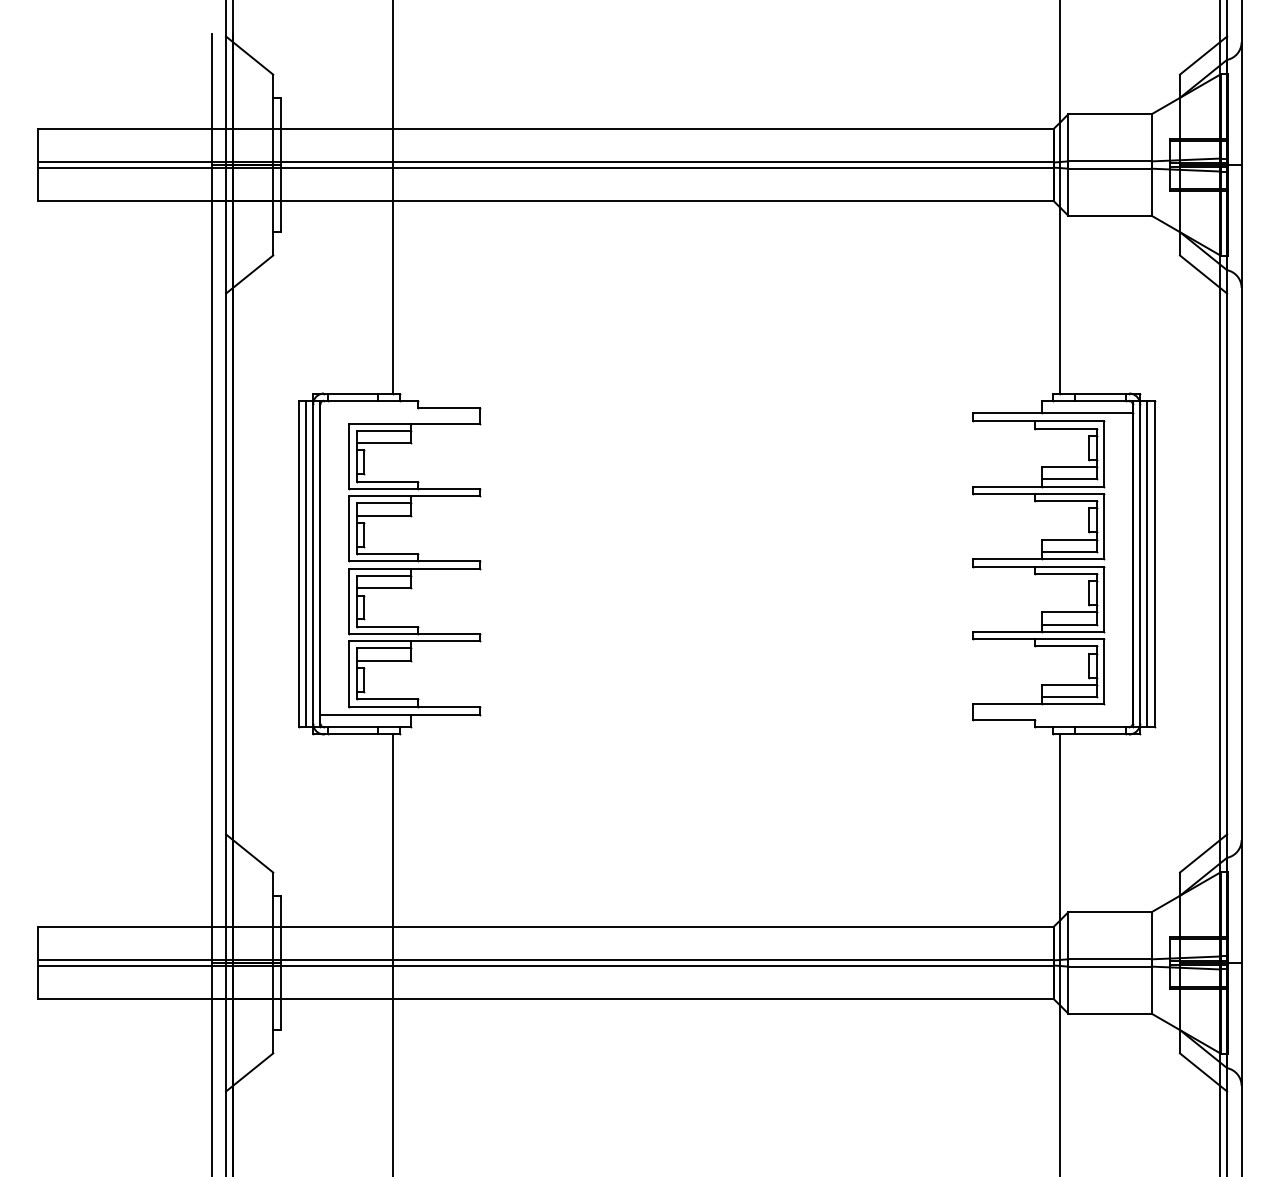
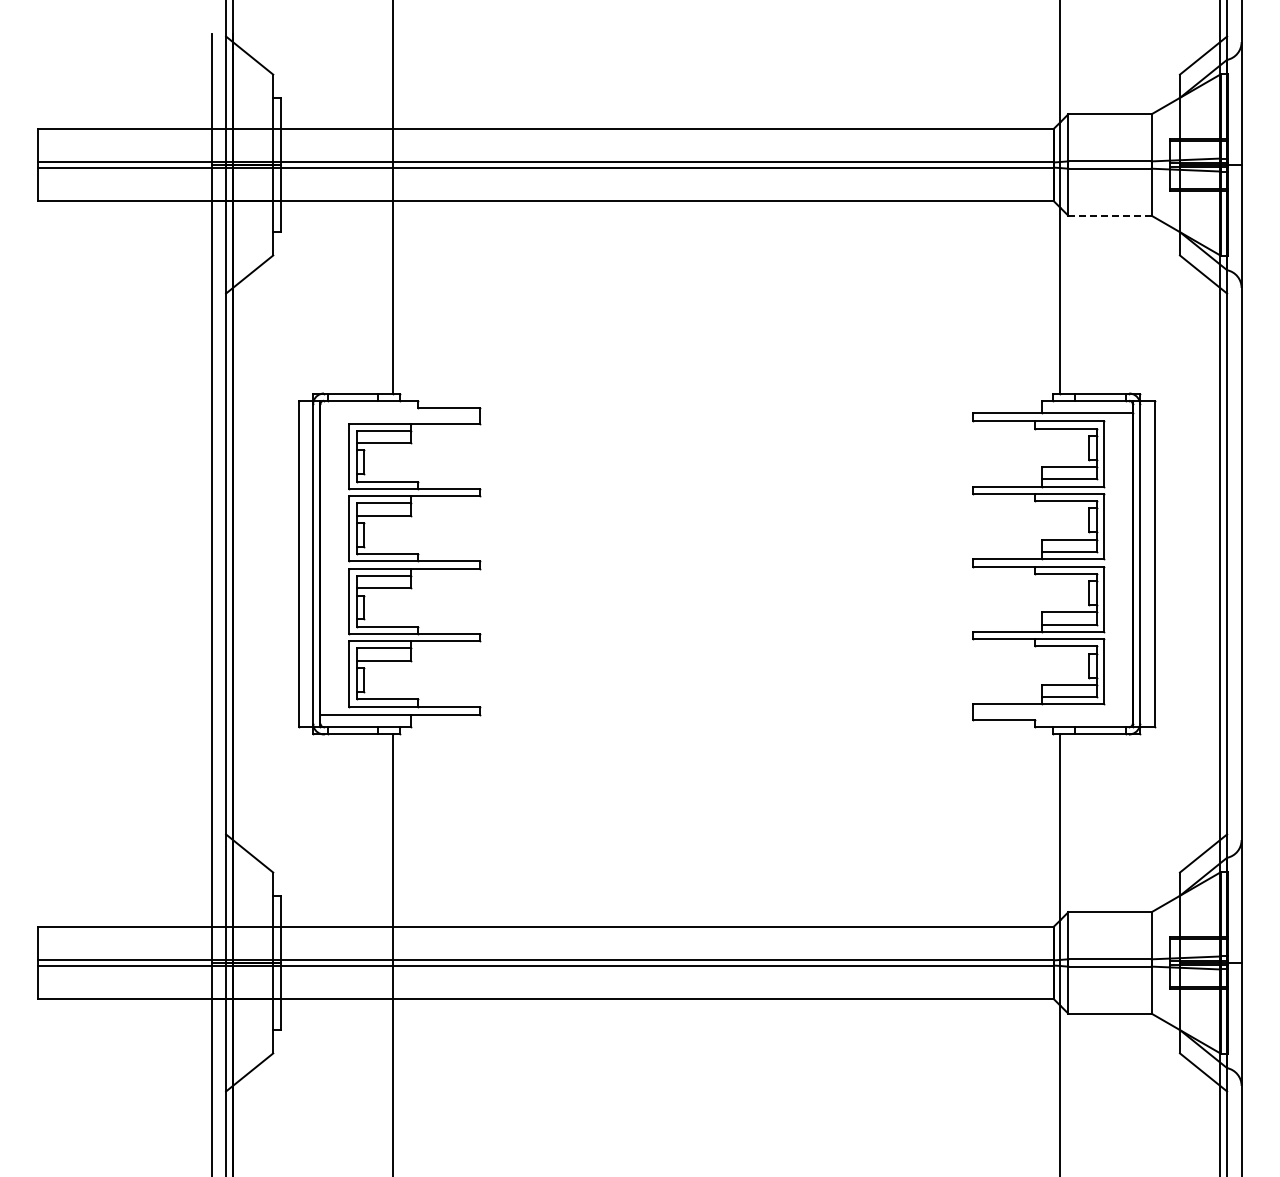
line at (1110, 215): solid -> dashed
line at (305, 563): present -> none
line at (1147, 563): present -> none
